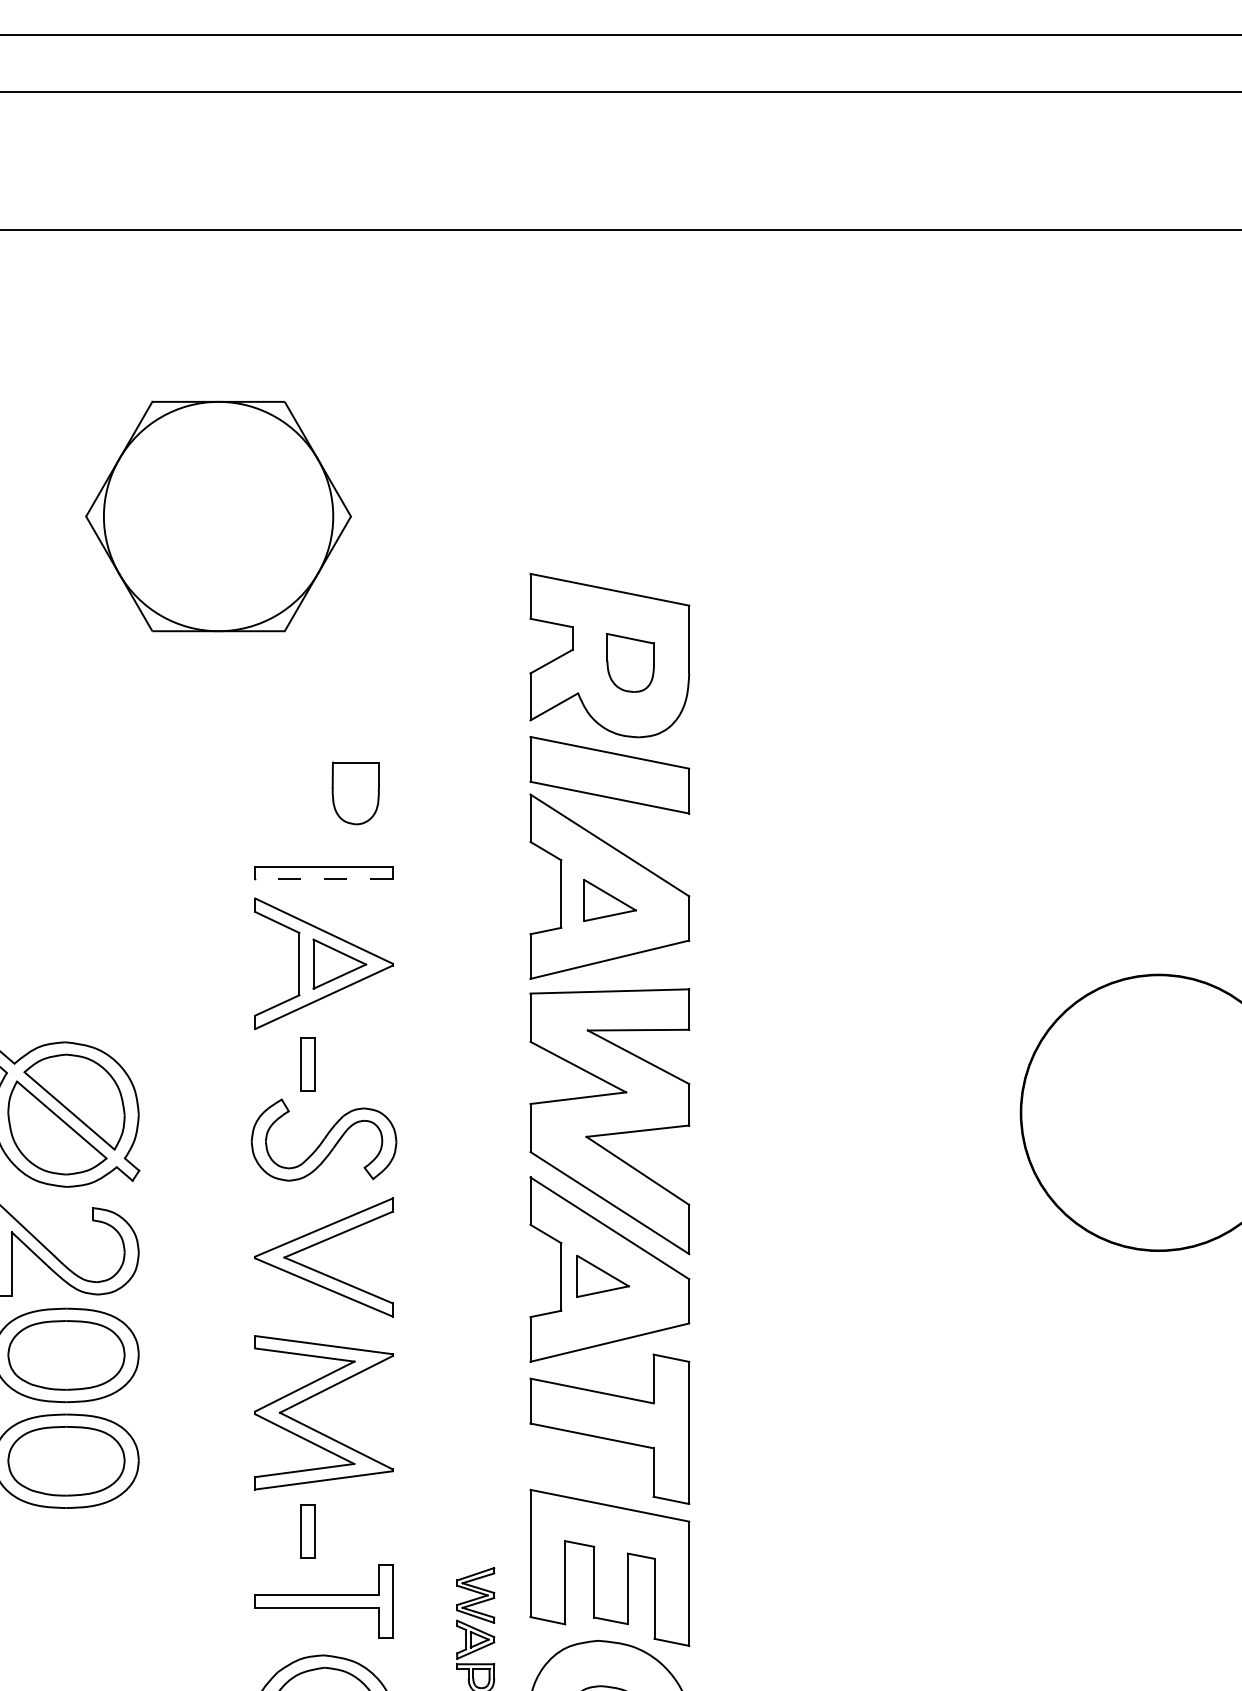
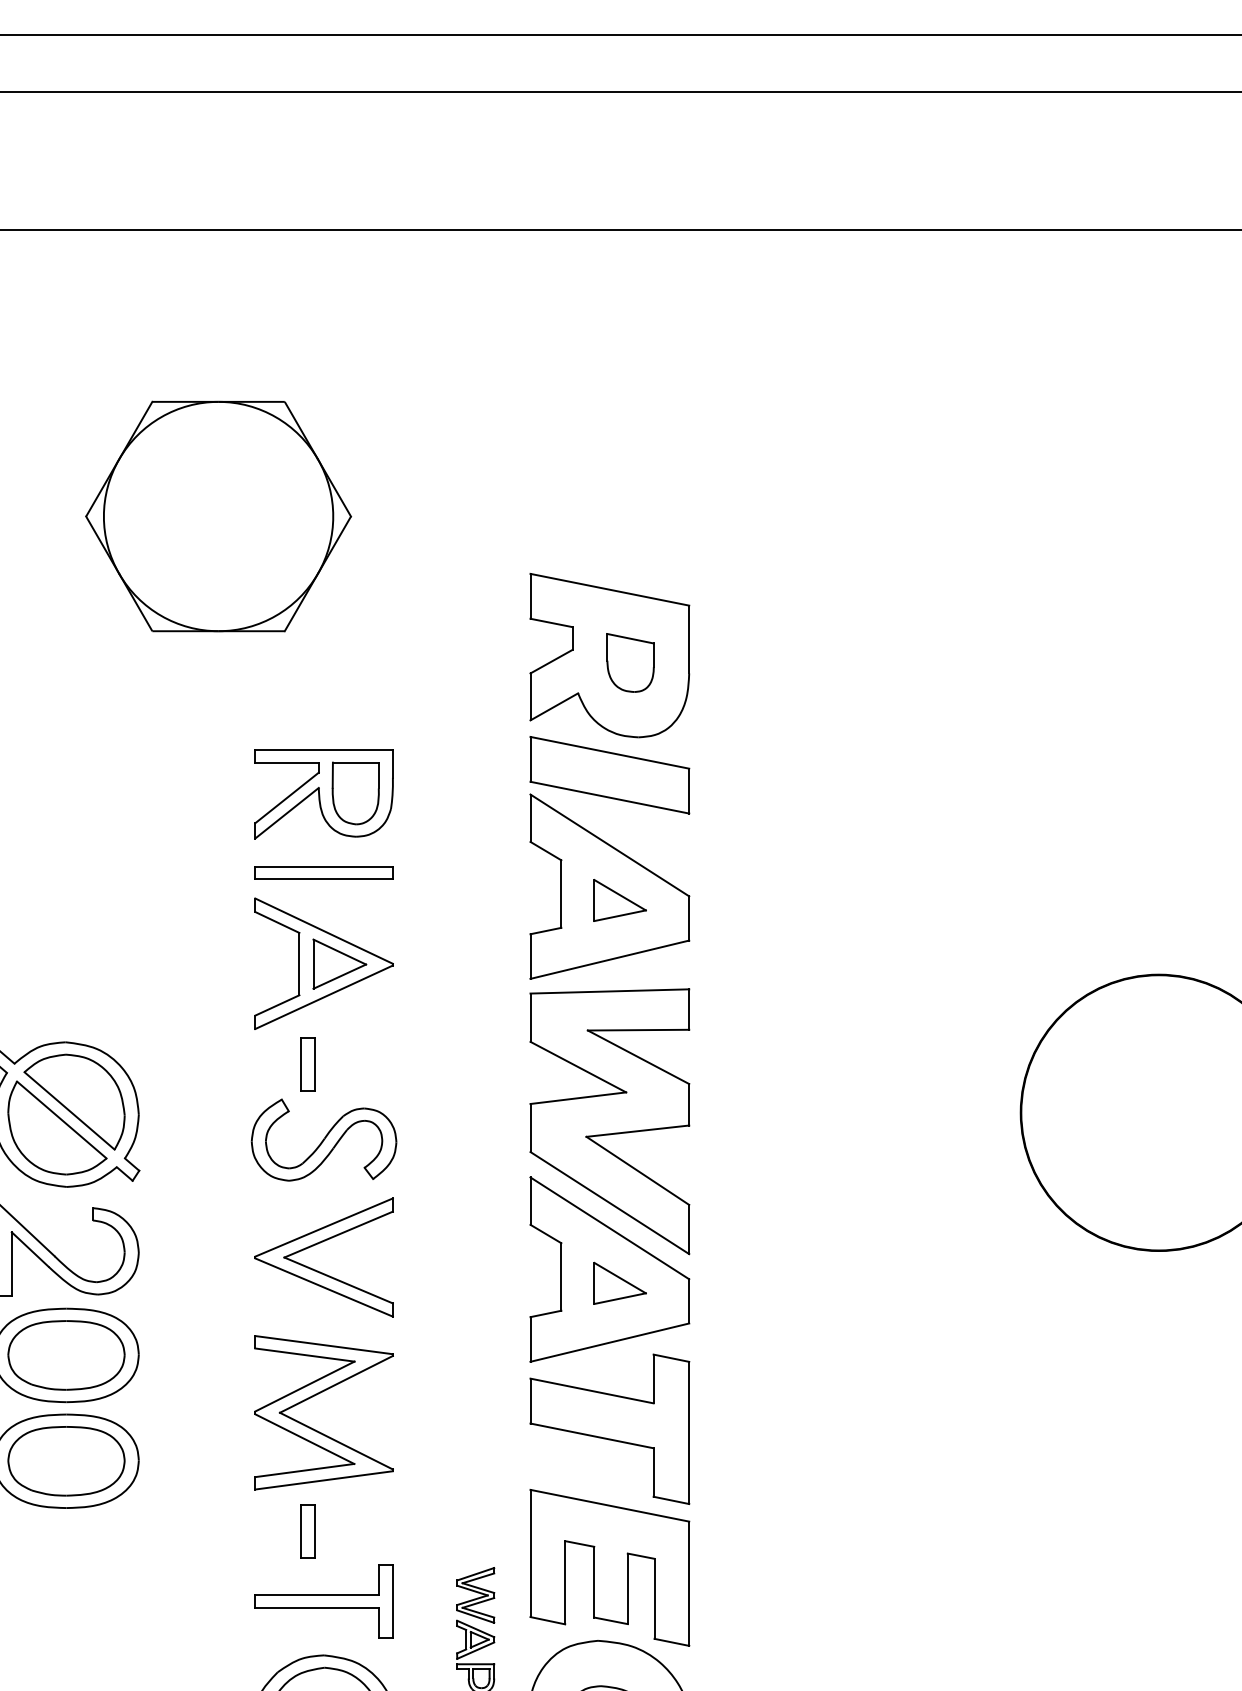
part at (323, 794): none -> present
line at (324, 879): dashed -> solid
part at (609, 900) position: (609, 900) -> (619, 900)
part at (602, 1275) position: (602, 1275) -> (619, 1282)
